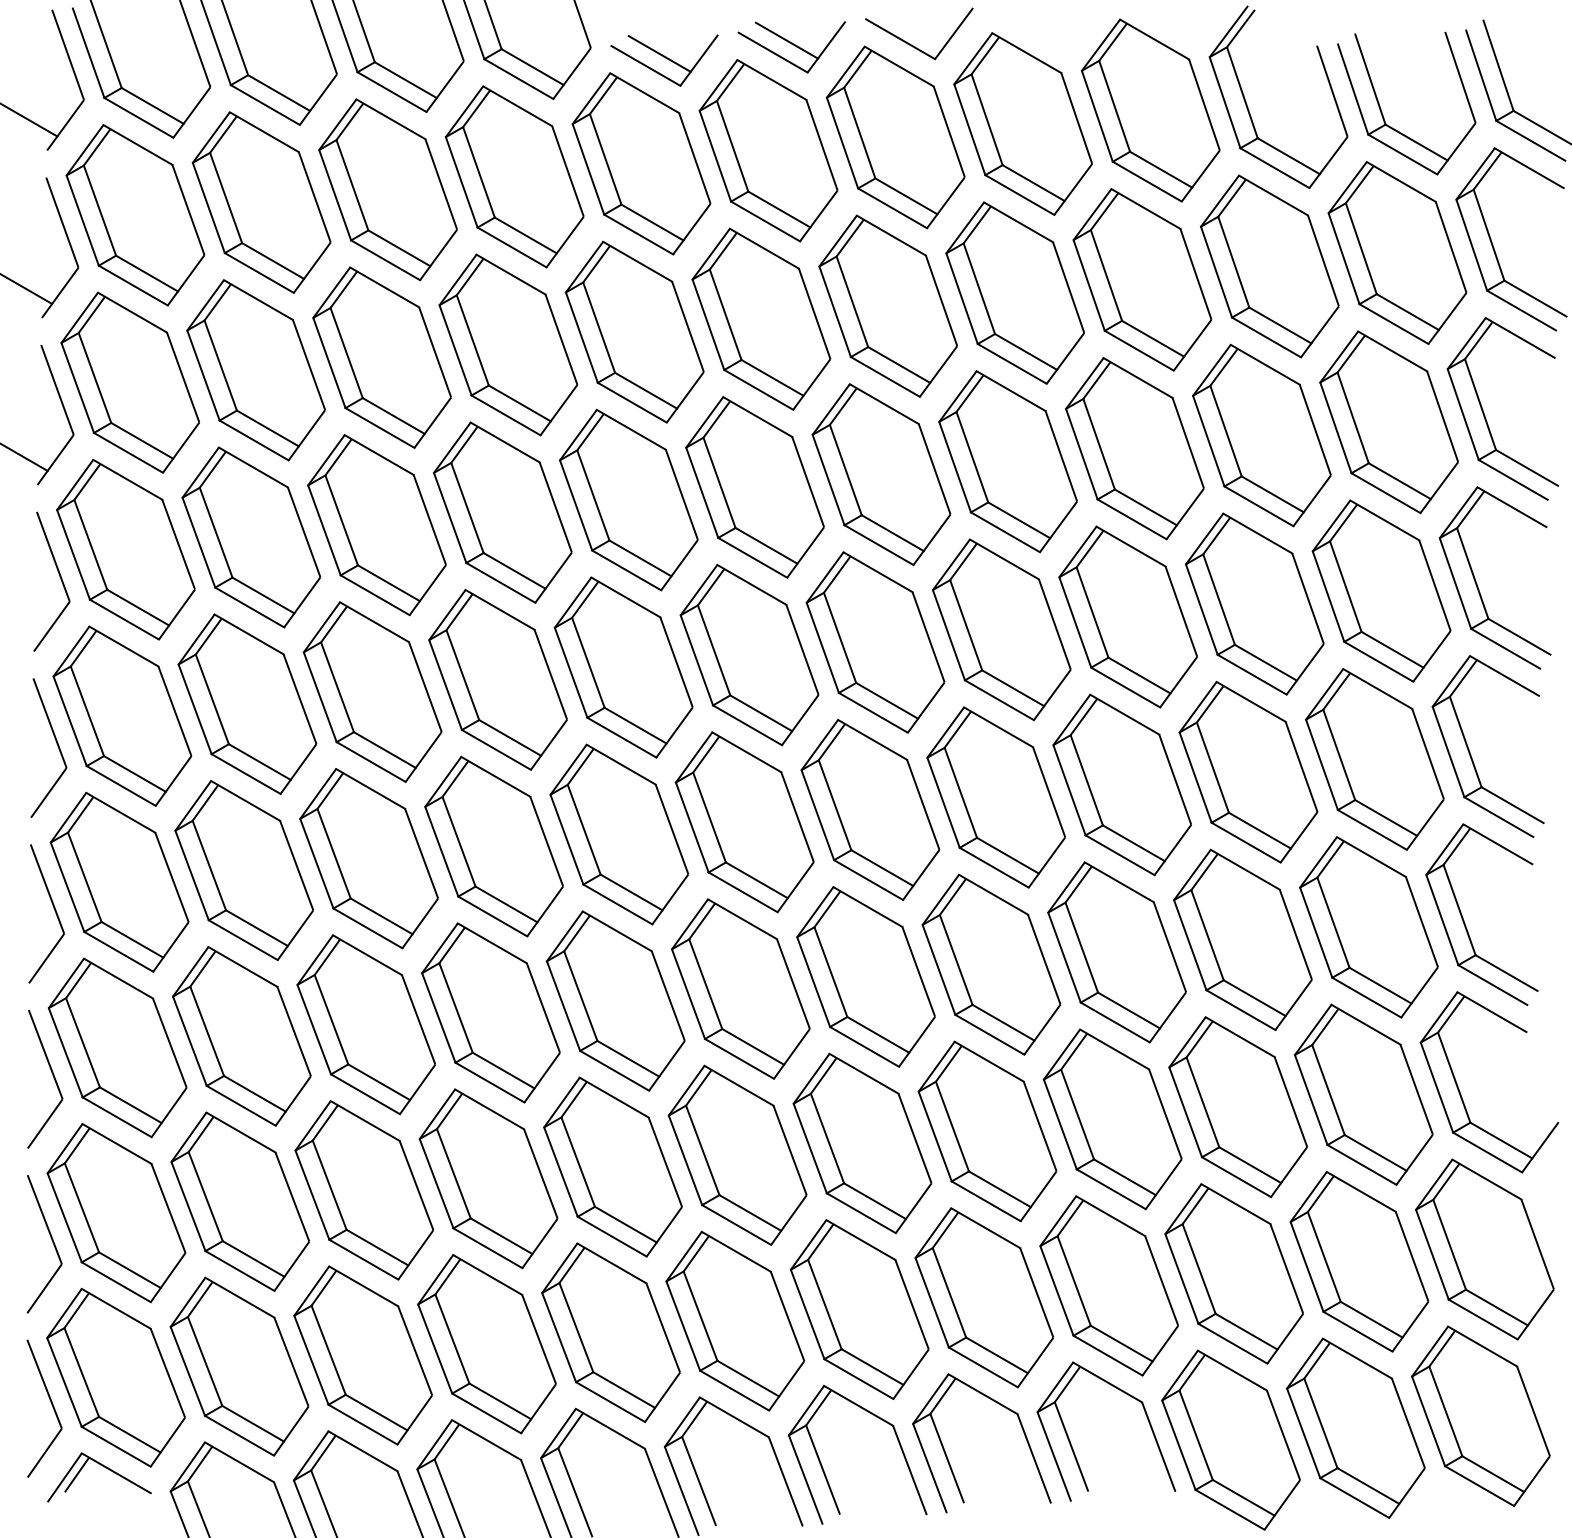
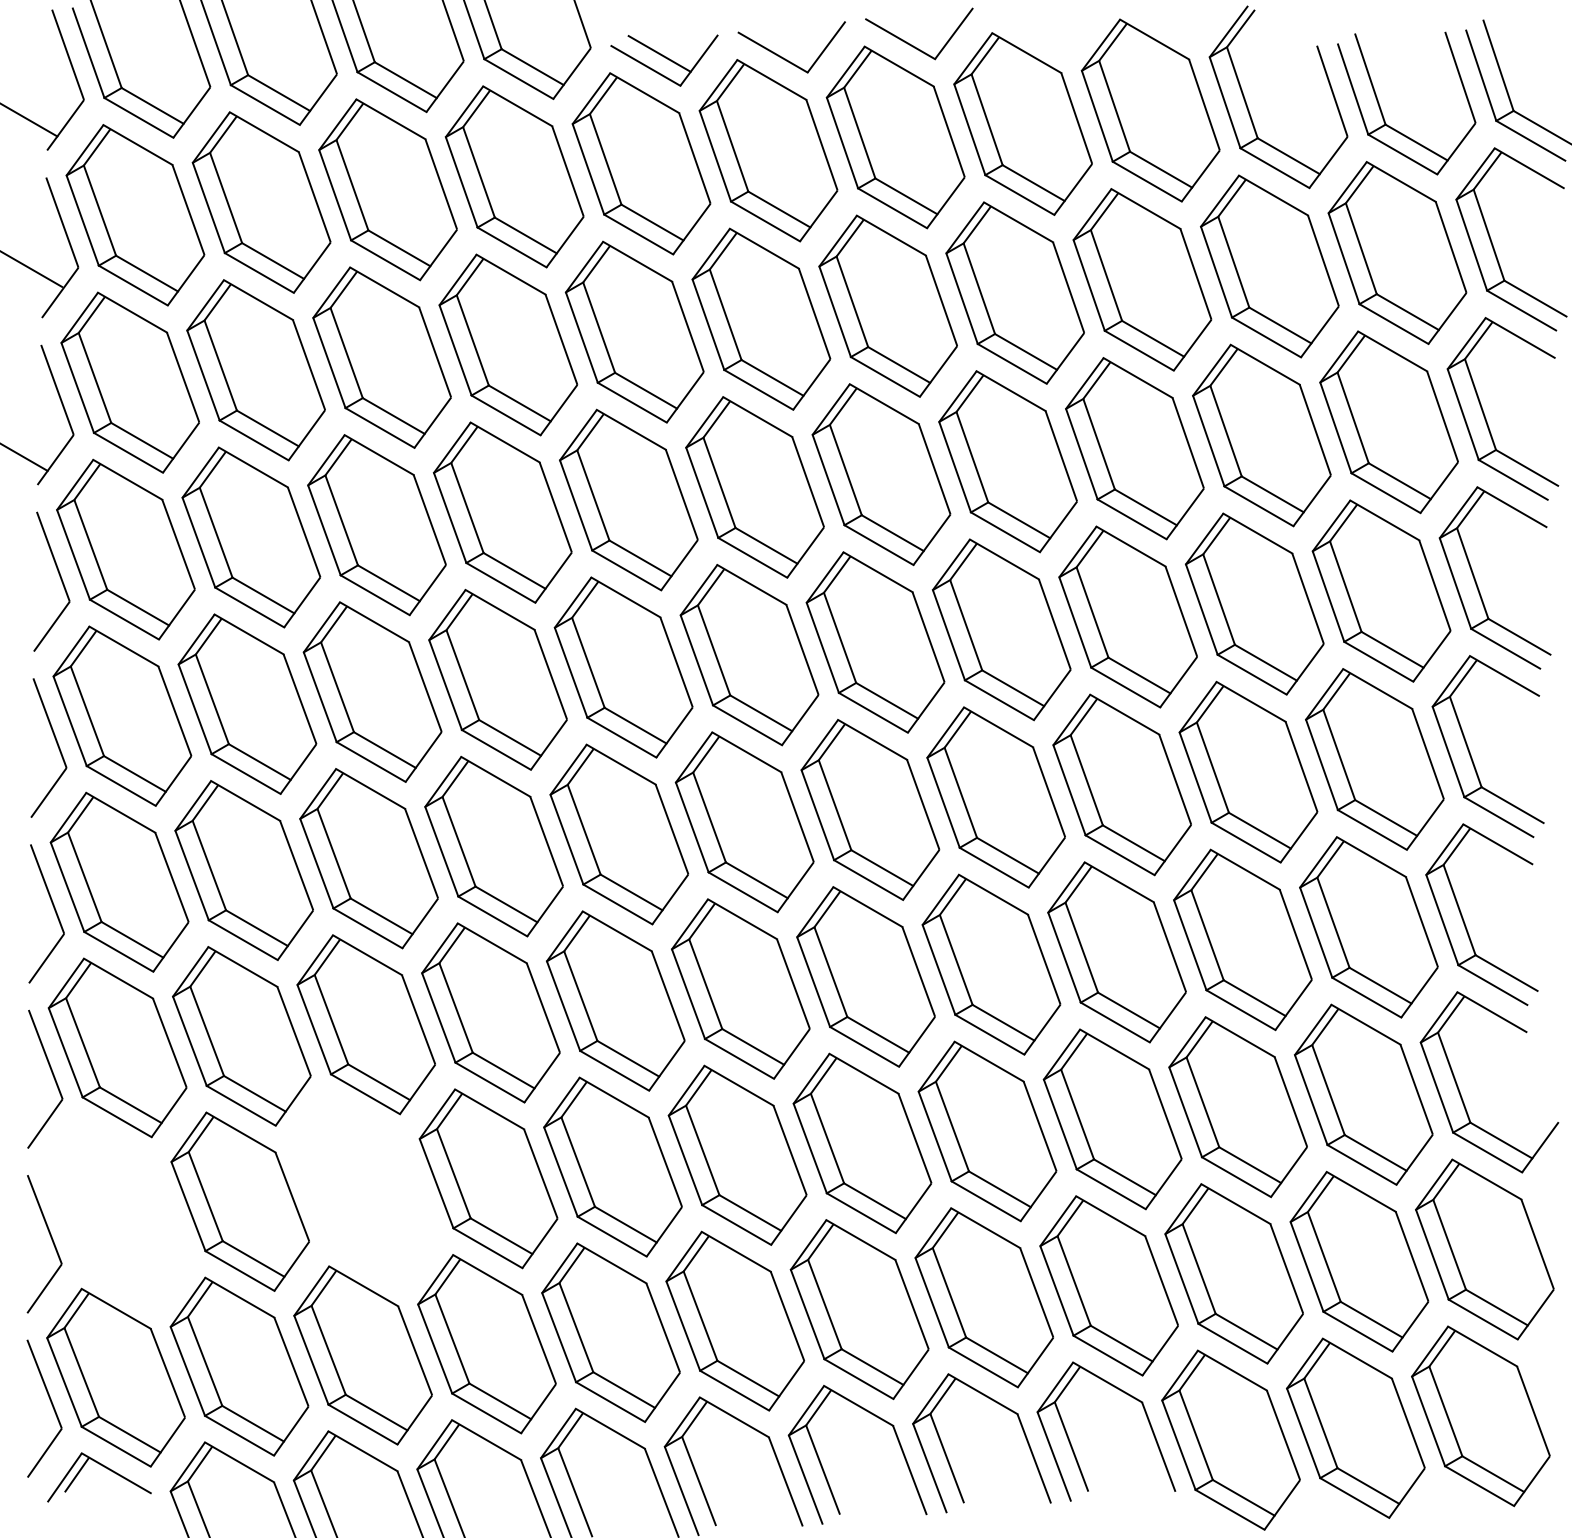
line at (786, 40): present -> none
line at (27, 289) position: (27, 289) -> (32, 269)
part at (364, 1190): present -> none
part at (116, 1213): present -> none
